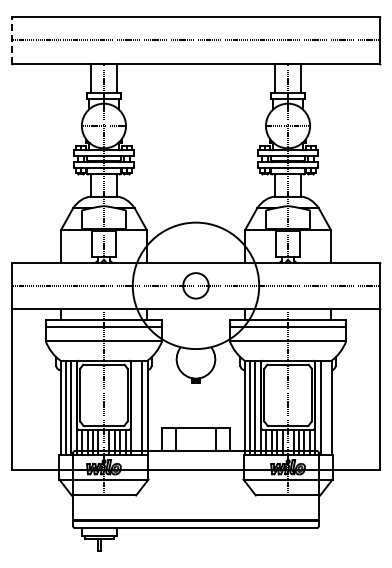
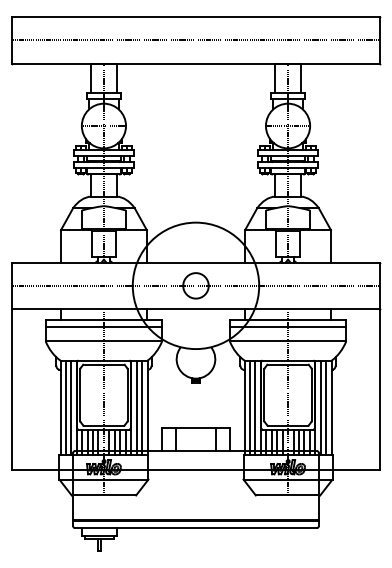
line at (11, 39): dashed -> solid
line at (136, 407): none -> present
line at (326, 407): none -> present
